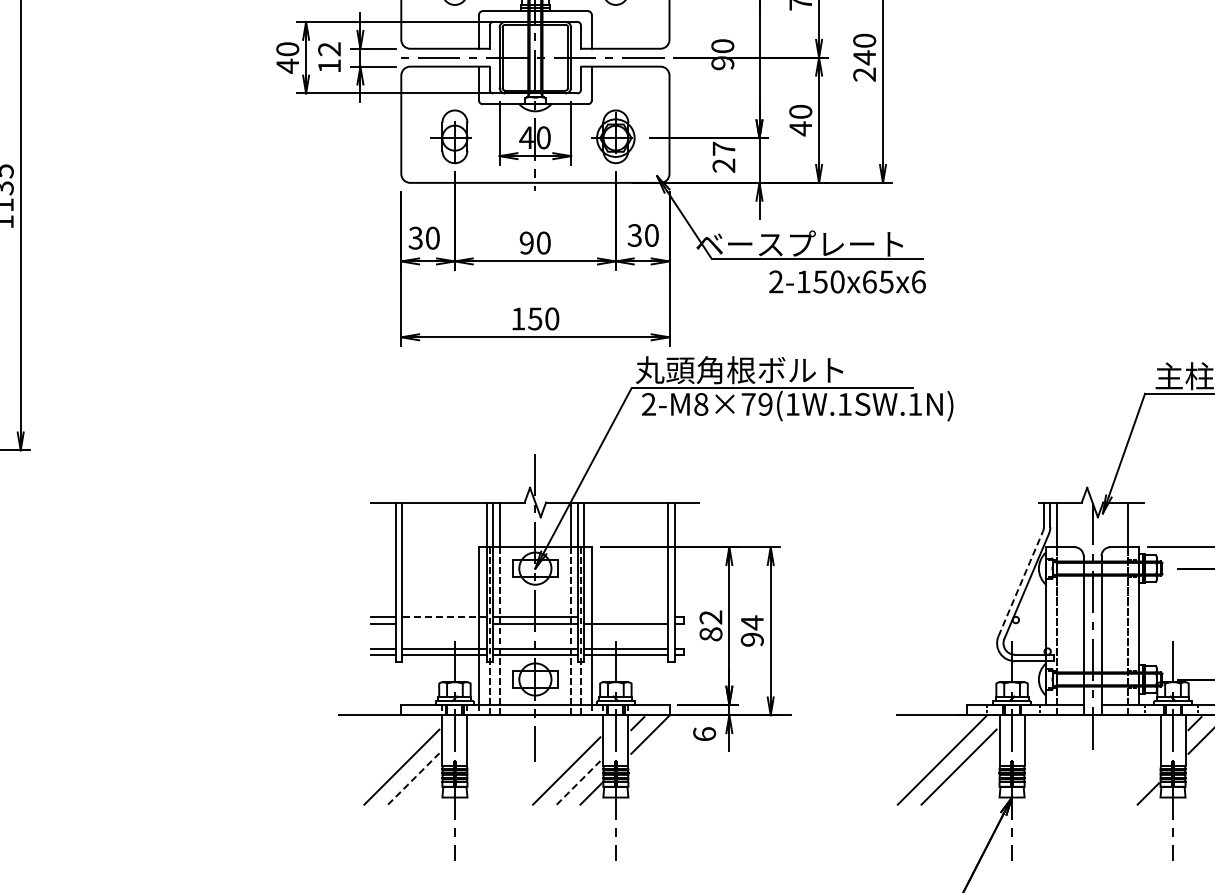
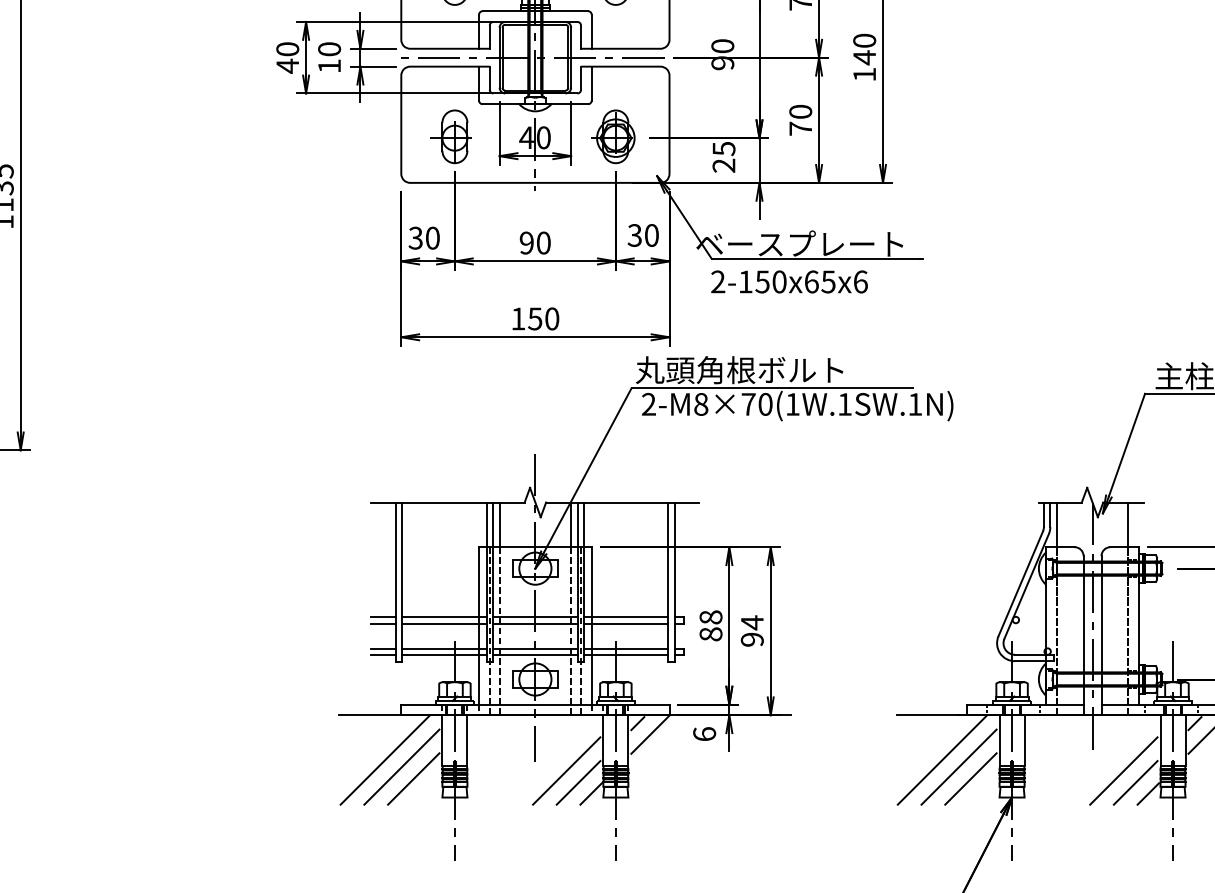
text at (329, 49): 12 -> 10
text at (864, 74): 240 -> 140
text at (800, 128): 40 -> 70
text at (723, 148): 27 -> 25
text at (847, 281) position: (847, 281) -> (789, 281)
text at (765, 404): 2-M8×79(1W.1SW.1N) -> 2-M8×70(1W.1SW.1N)
line at (1020, 583): dashed -> solid
line at (444, 617): dashed -> solid
line at (626, 617): none -> present
text at (710, 617): 82 -> 88
line at (444, 623): none -> present
line at (385, 759): none -> present
line at (1123, 770): none -> present
line at (414, 778): dashed -> solid
line at (970, 778): none -> present
line at (578, 782): dashed -> solid
line at (1135, 782): none -> present
